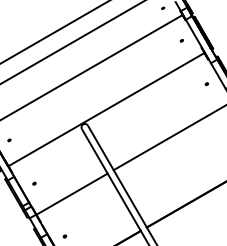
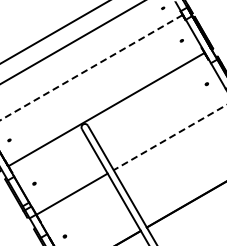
line at (91, 67): solid -> dashed
line at (169, 137): solid -> dashed
